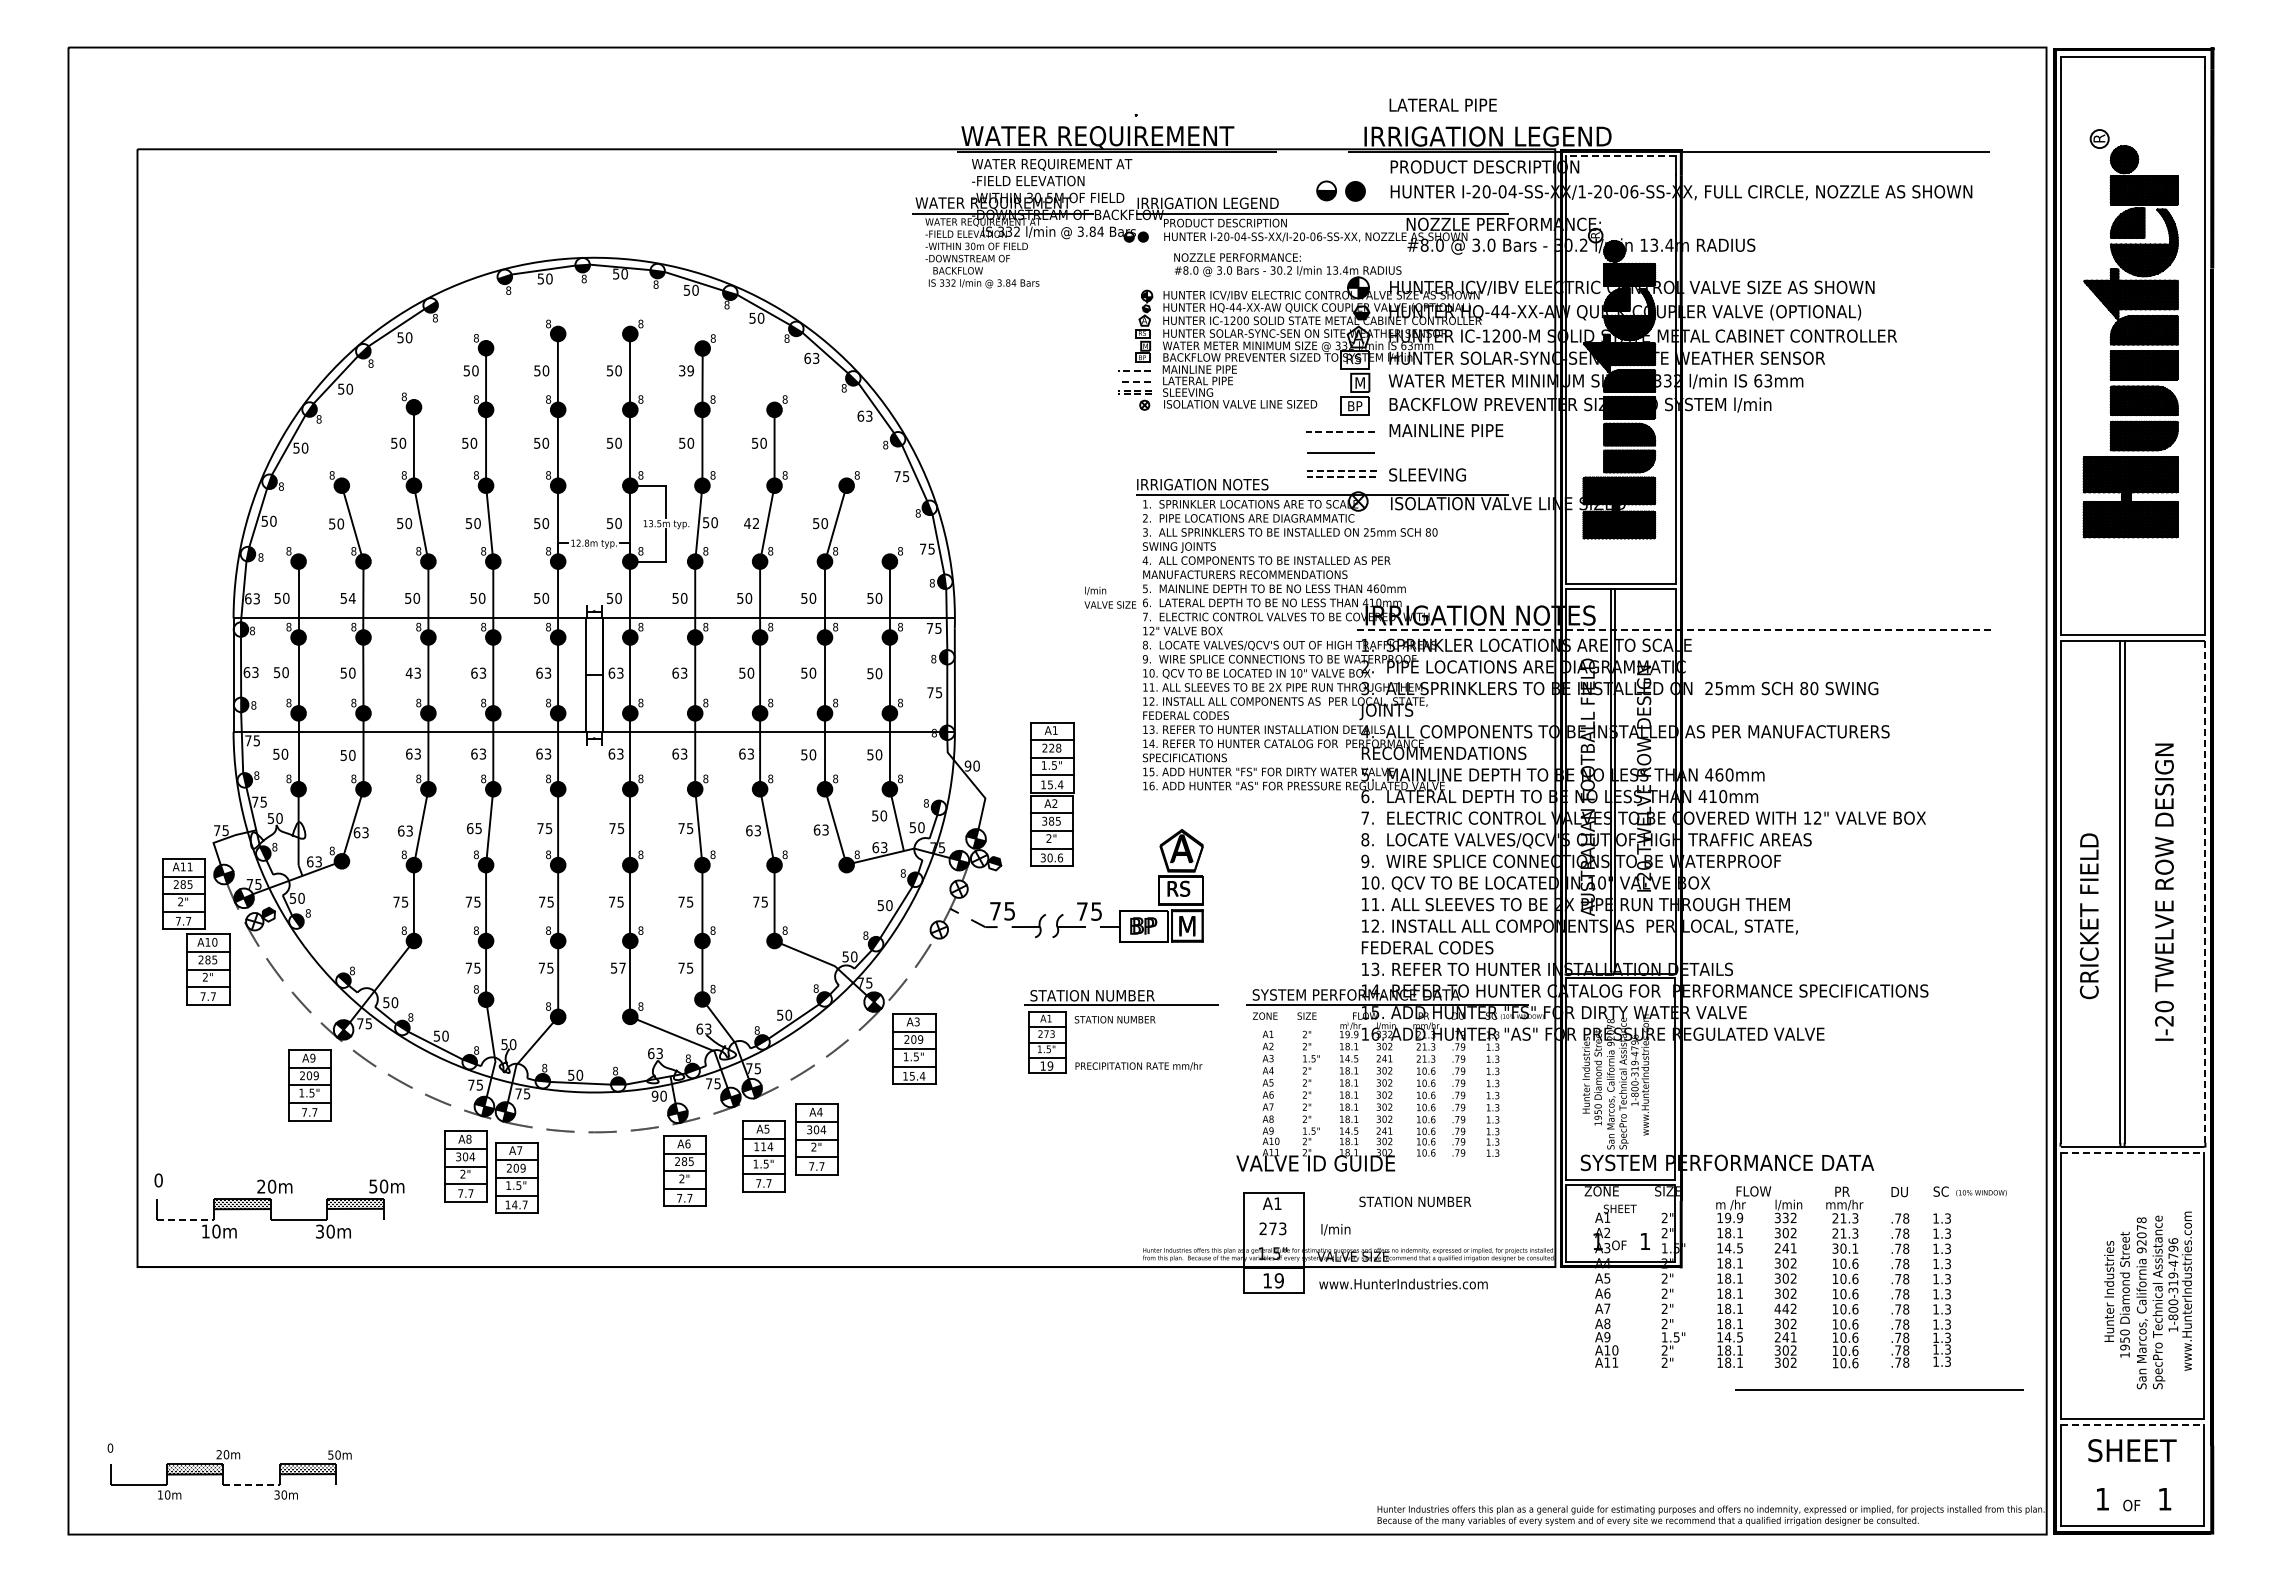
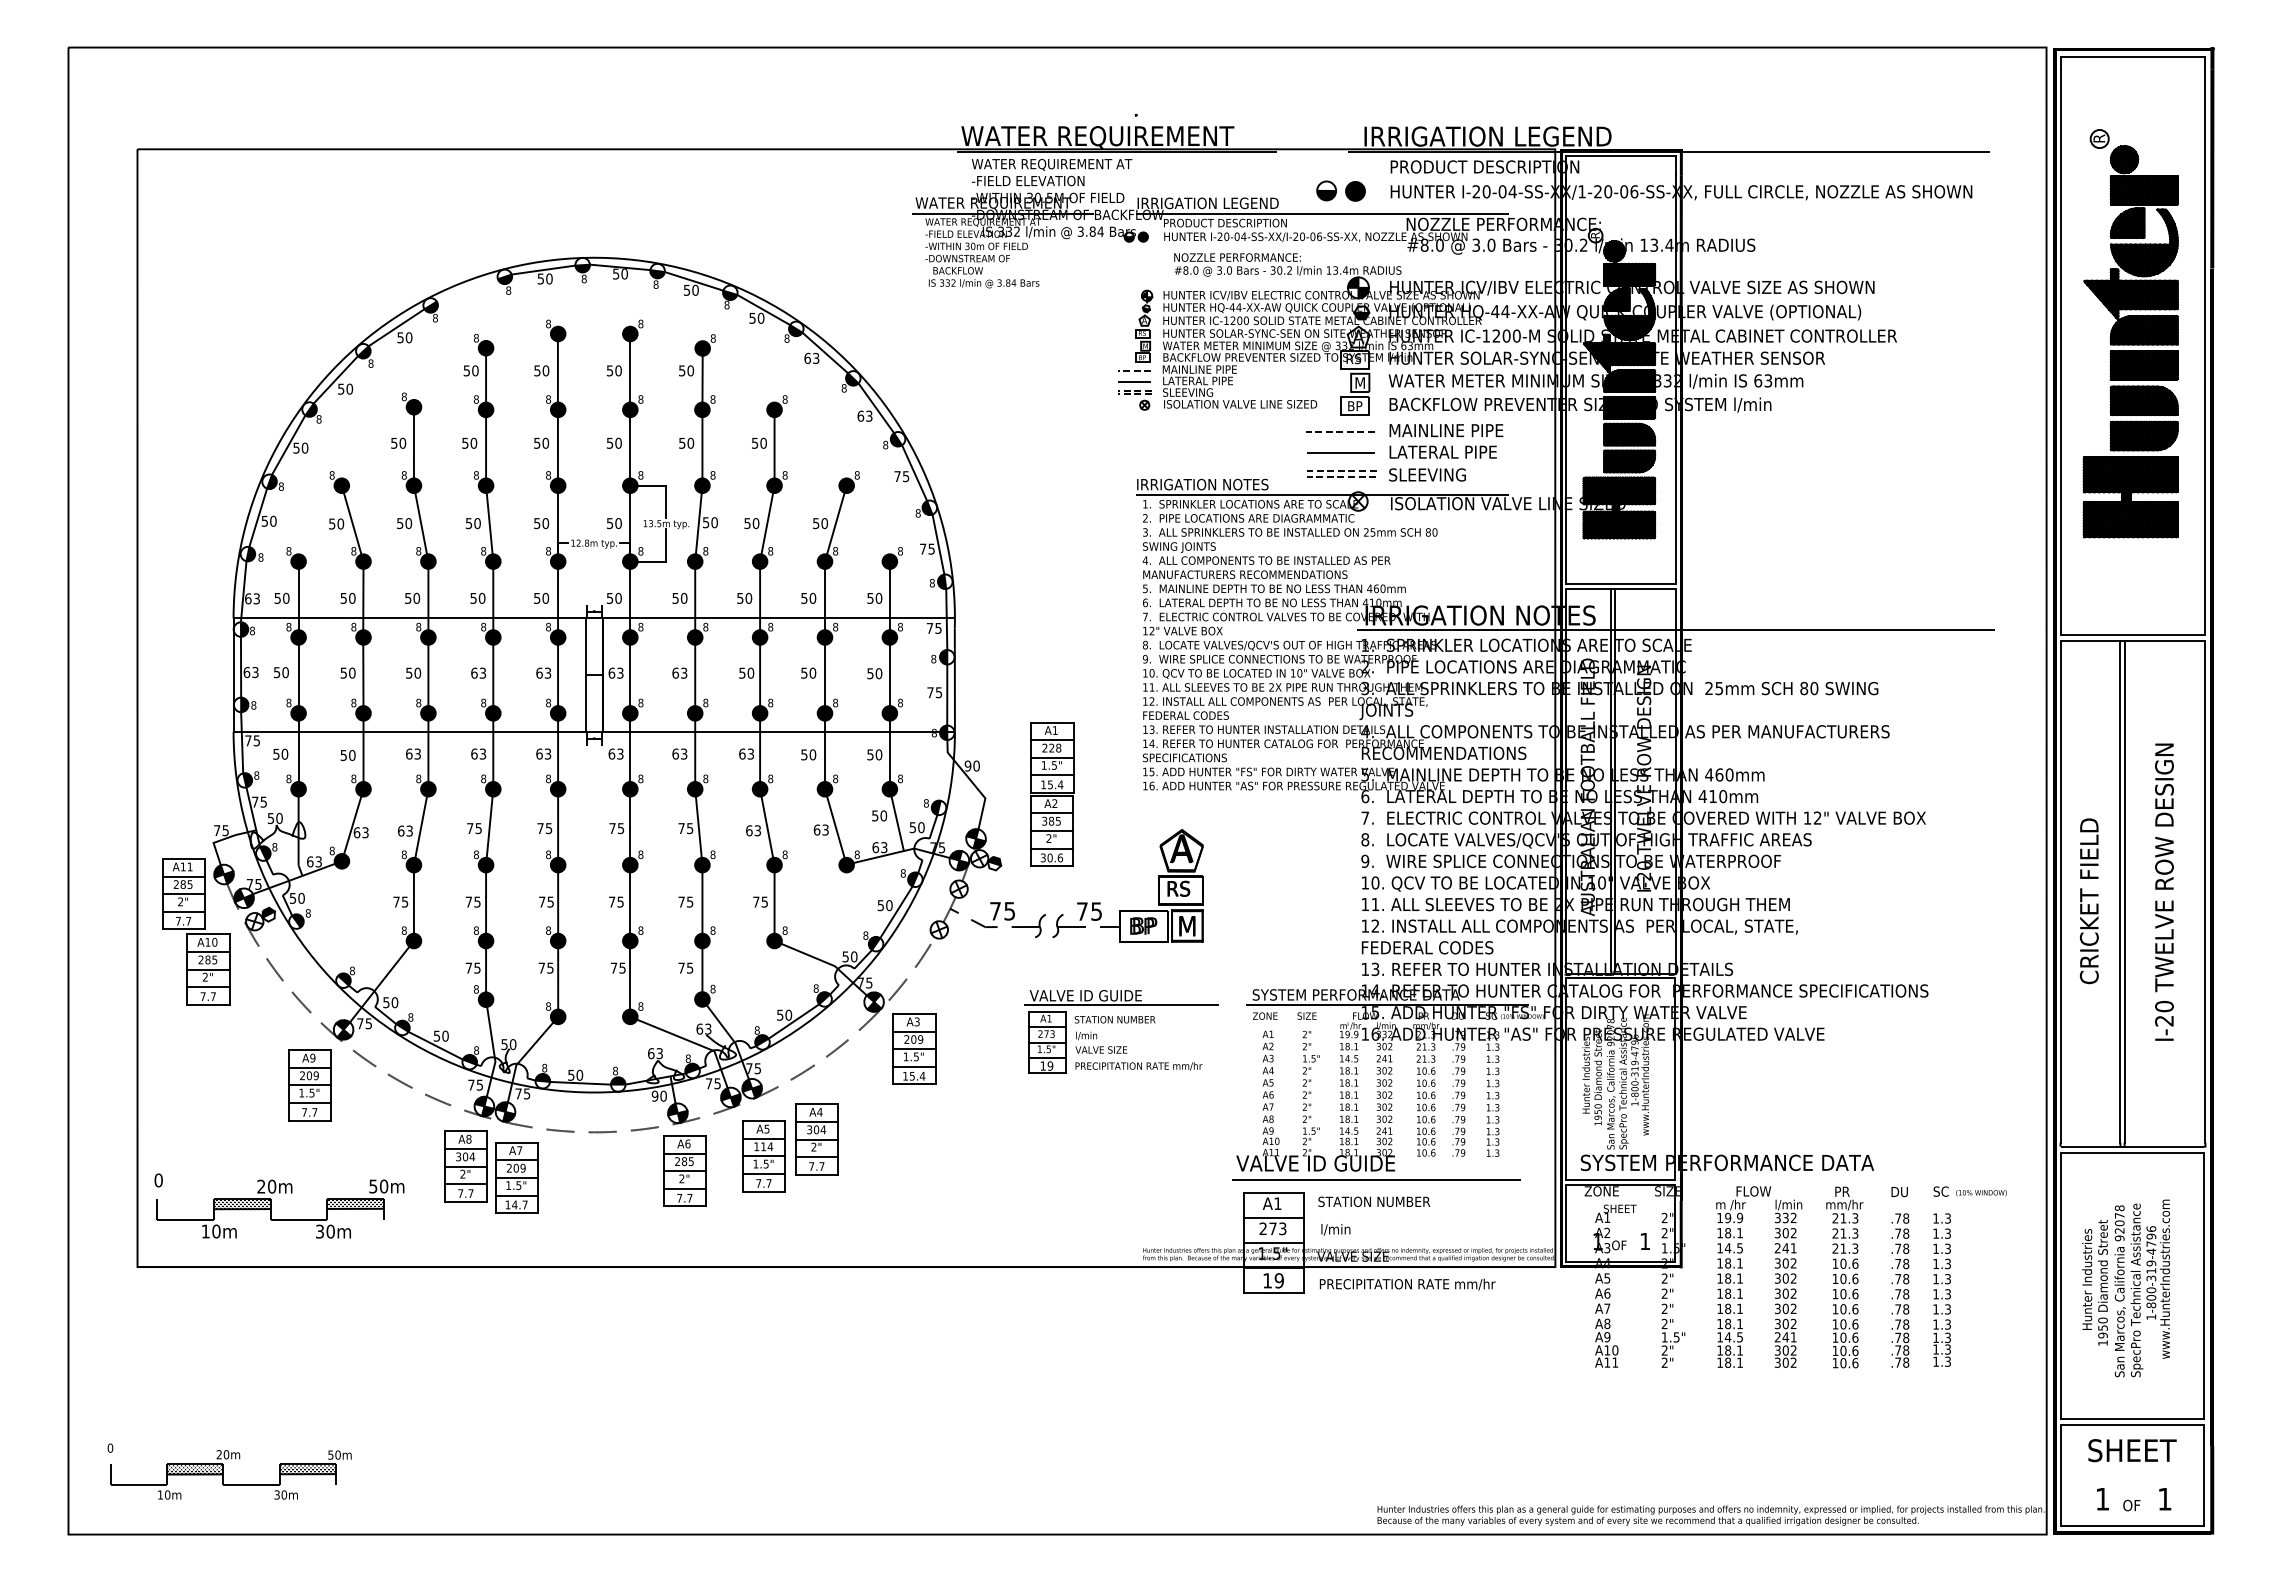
text at (1442, 104) position: (1442, 104) -> (1442, 451)
line at (1620, 156): dashed -> solid
text at (686, 370): 39 -> 50
line at (1134, 381): dashed -> solid
text at (751, 523): 42 -> 50
text at (351, 597): 54 -> 50
text at (1110, 597) position: (1110, 597) -> (1101, 1042)
line at (1676, 630): dashed -> solid
text at (413, 672): 43 -> 50
text at (470, 828): 65 -> 75
line at (2205, 891): dashed -> solid
text at (2088, 916) position: (2088, 916) -> (2088, 901)
text at (617, 967): 57 -> 75
text at (1091, 995): STATION NUMBER -> VALVE ID GUIDE
line at (2132, 1152): dashed -> solid
text at (1415, 1201) position: (1415, 1201) -> (1374, 1201)
line at (1273, 1217): none -> present
line at (185, 1220): dashed -> solid
line at (1273, 1242): none -> present
text at (1845, 1248): 30.1 -> 21.3
text at (1407, 1284): www.HunterIndustries.com -> PRECIPITATION RATE mm/hr
text at (2147, 1300) position: (2147, 1300) -> (2125, 1288)
text at (1781, 1308): 442 -> 302
line at (1879, 1389) position: (1879, 1389) -> (1376, 1179)
line at (2132, 1424): dashed -> solid
line at (251, 1485): dashed -> solid
